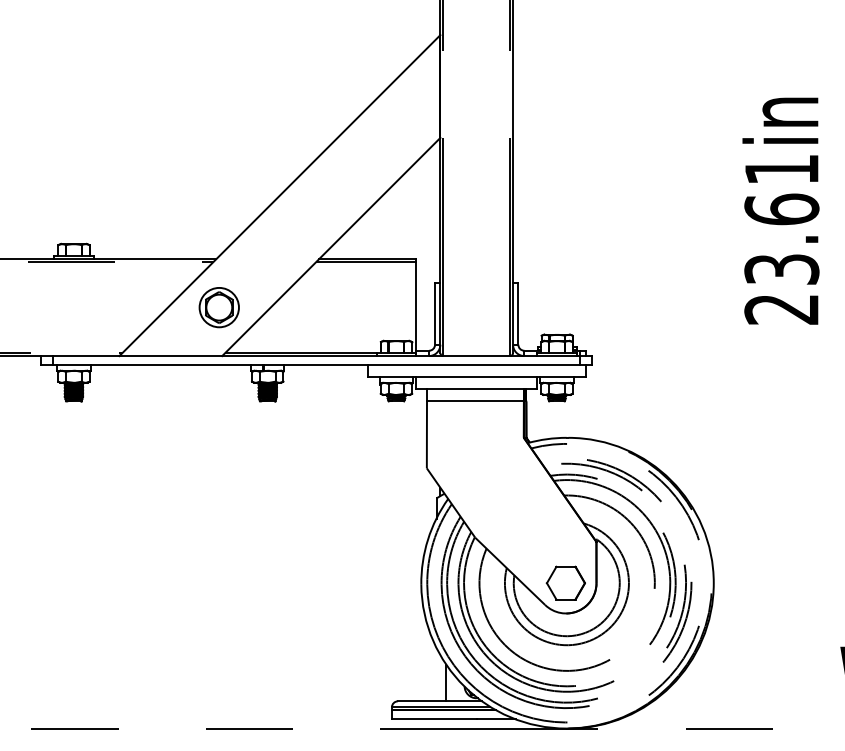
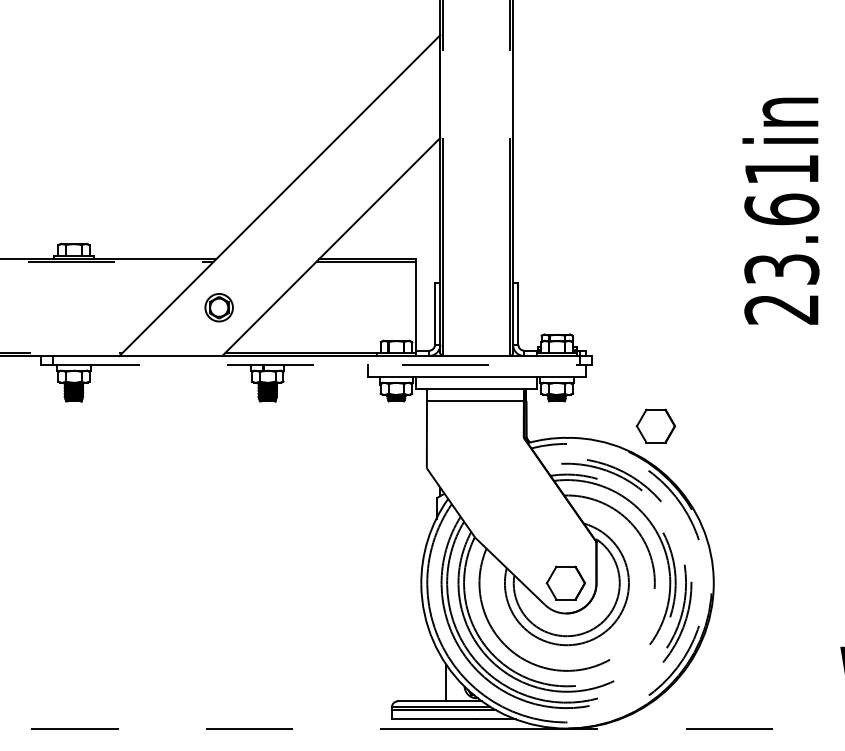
part at (218, 307) size: 42x42 px -> 30x30 px
line at (316, 365): solid -> dashed
part at (655, 425): none -> present
